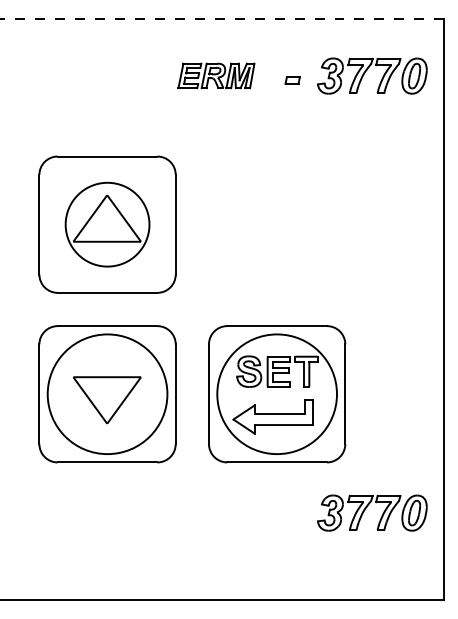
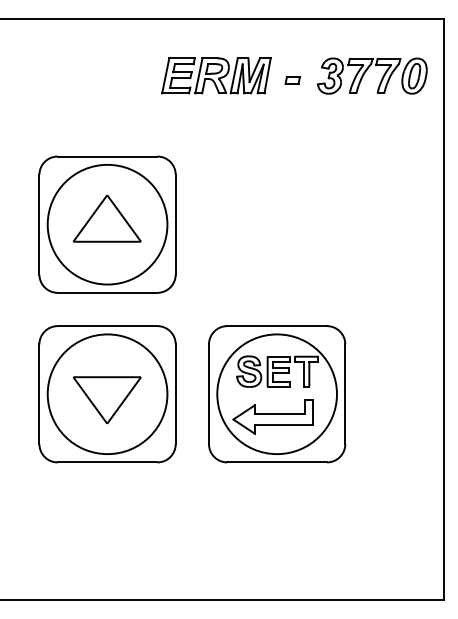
line at (222, 18): dashed -> solid
part at (216, 75) size: 79x28 px -> 111x38 px
circle at (107, 224) diameter: 84 px -> 120 px
part at (367, 507): present -> none
